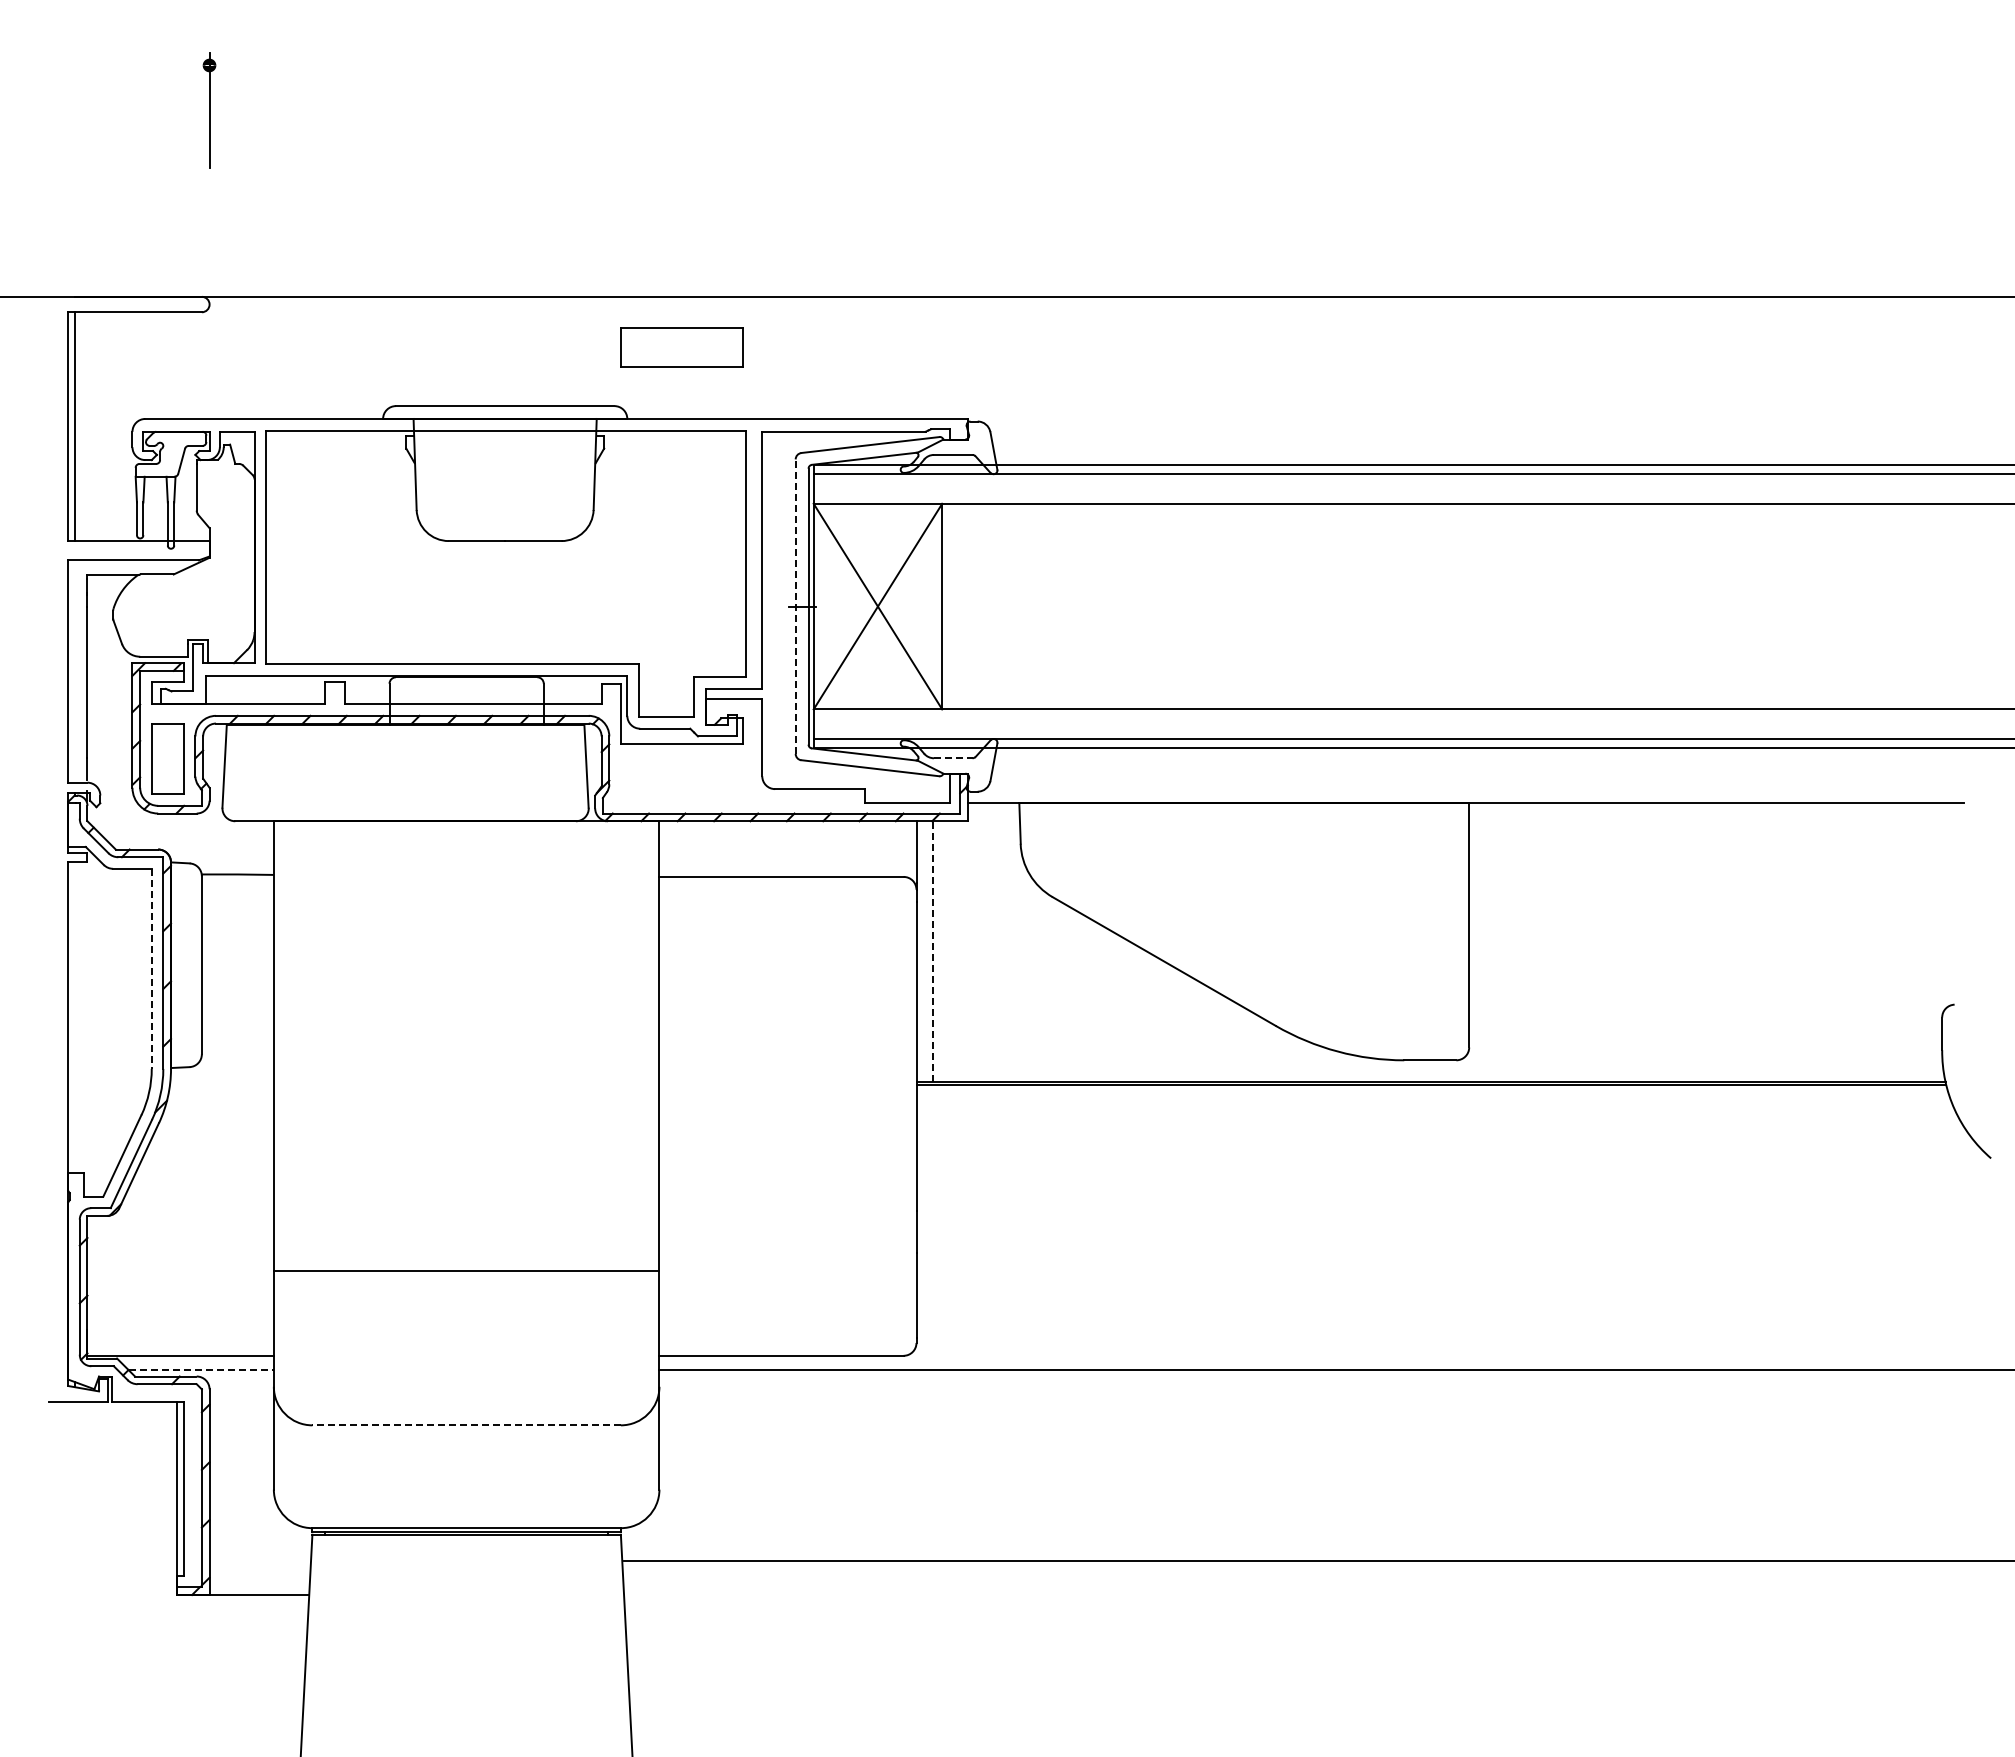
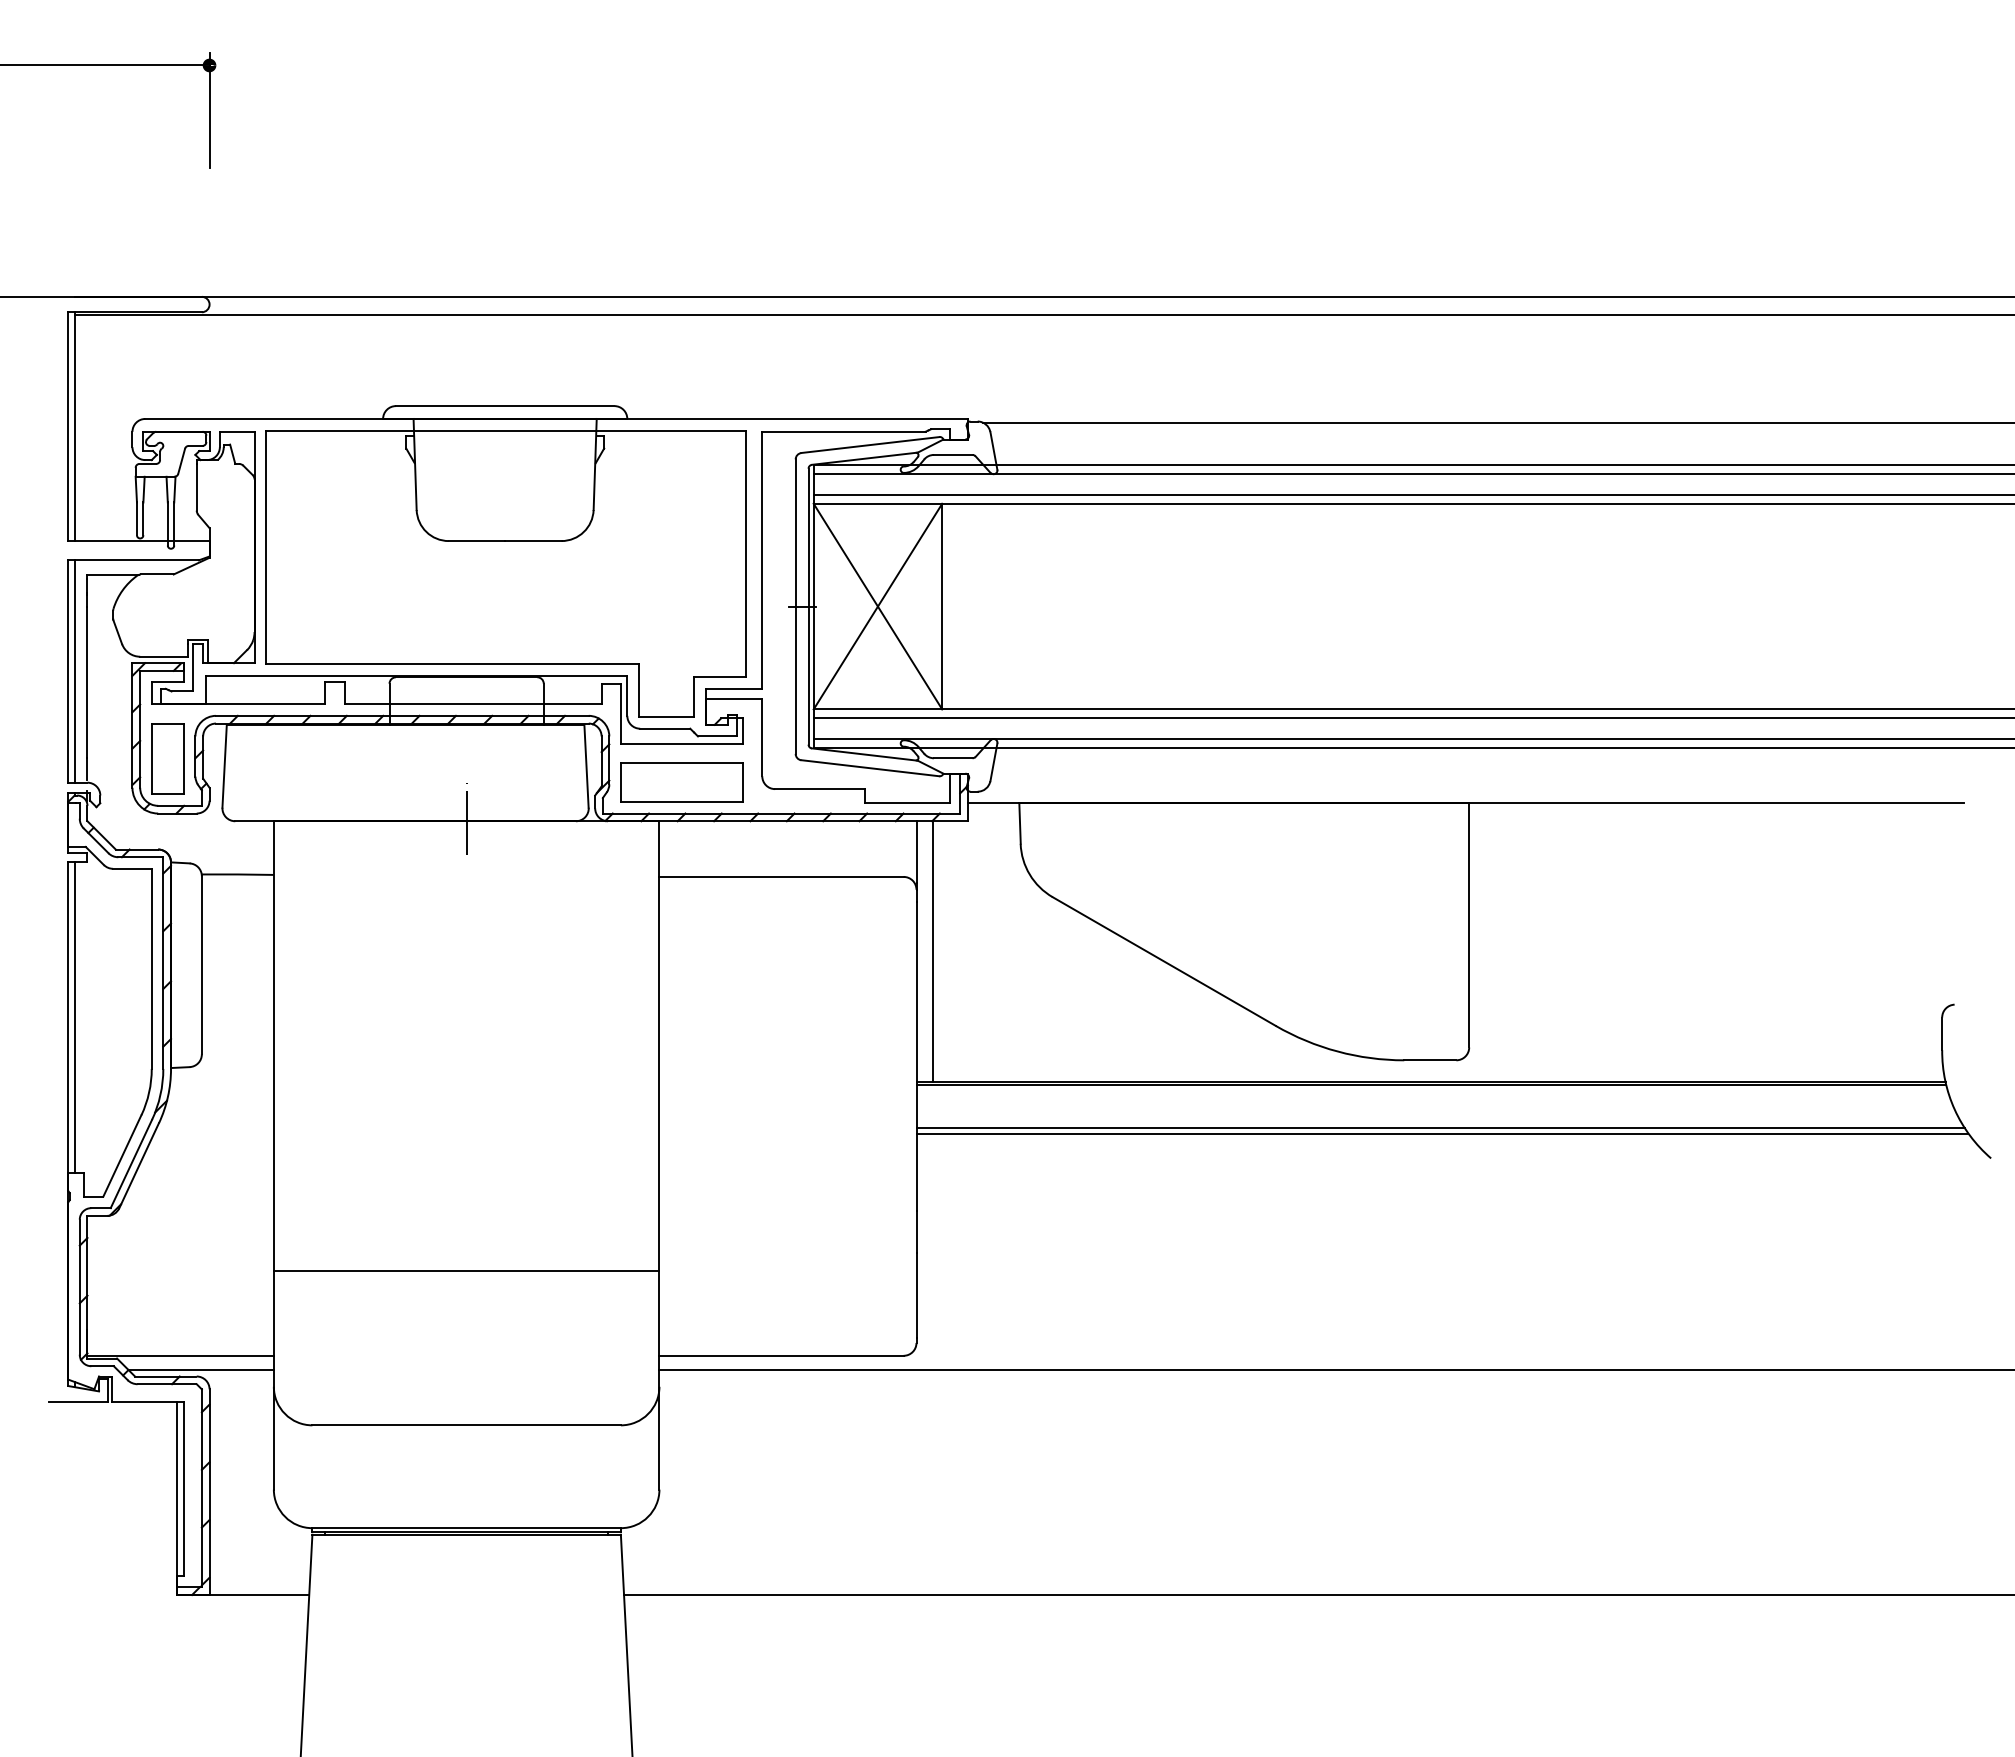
line at (105, 65): none -> present
line at (1042, 314): none -> present
part at (681, 347) position: (681, 347) -> (681, 782)
line at (1497, 422): none -> present
line at (1412, 494): none -> present
line at (795, 606): dashed -> solid
line at (74, 671): none -> present
line at (1412, 718): none -> present
line at (953, 758): dashed -> solid
line at (466, 818): none -> present
line at (932, 951): dashed -> solid
line at (151, 969): dashed -> solid
line at (75, 1017): none -> present
line at (1440, 1128): none -> present
line at (1442, 1133): none -> present
line at (201, 1370): dashed -> solid
line at (466, 1425): dashed -> solid
line at (1317, 1561) position: (1317, 1561) -> (1317, 1595)
